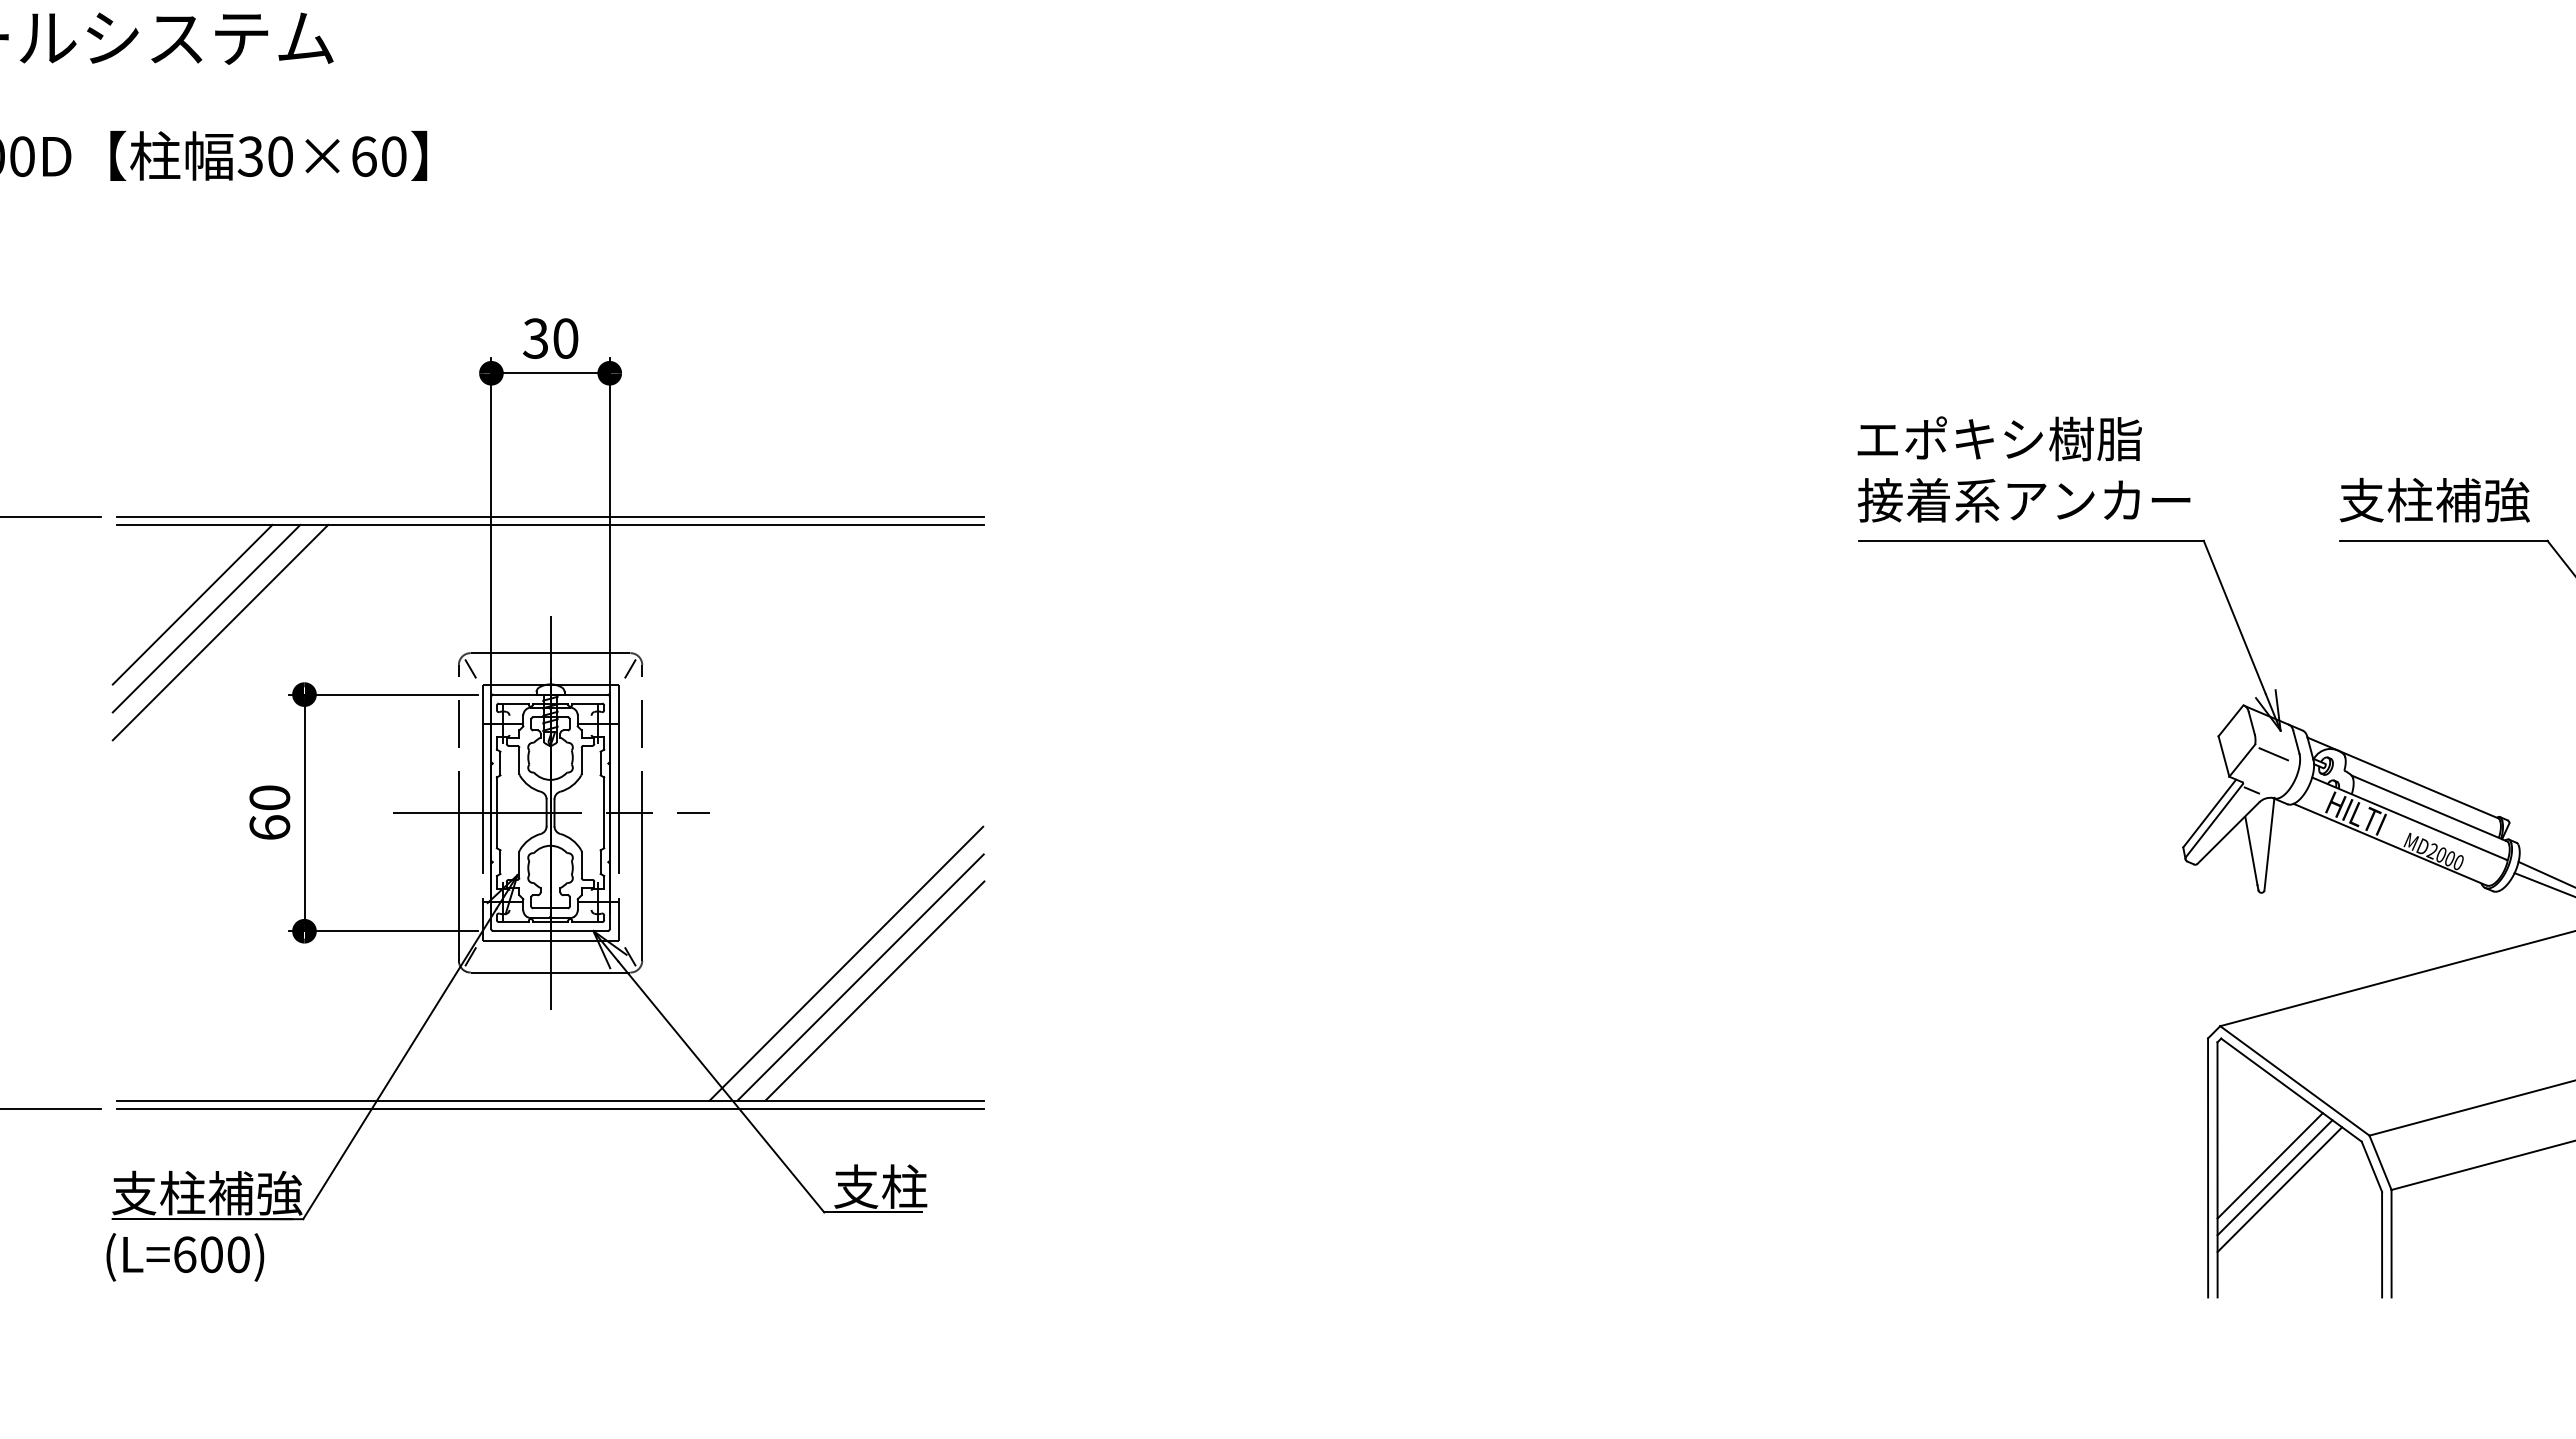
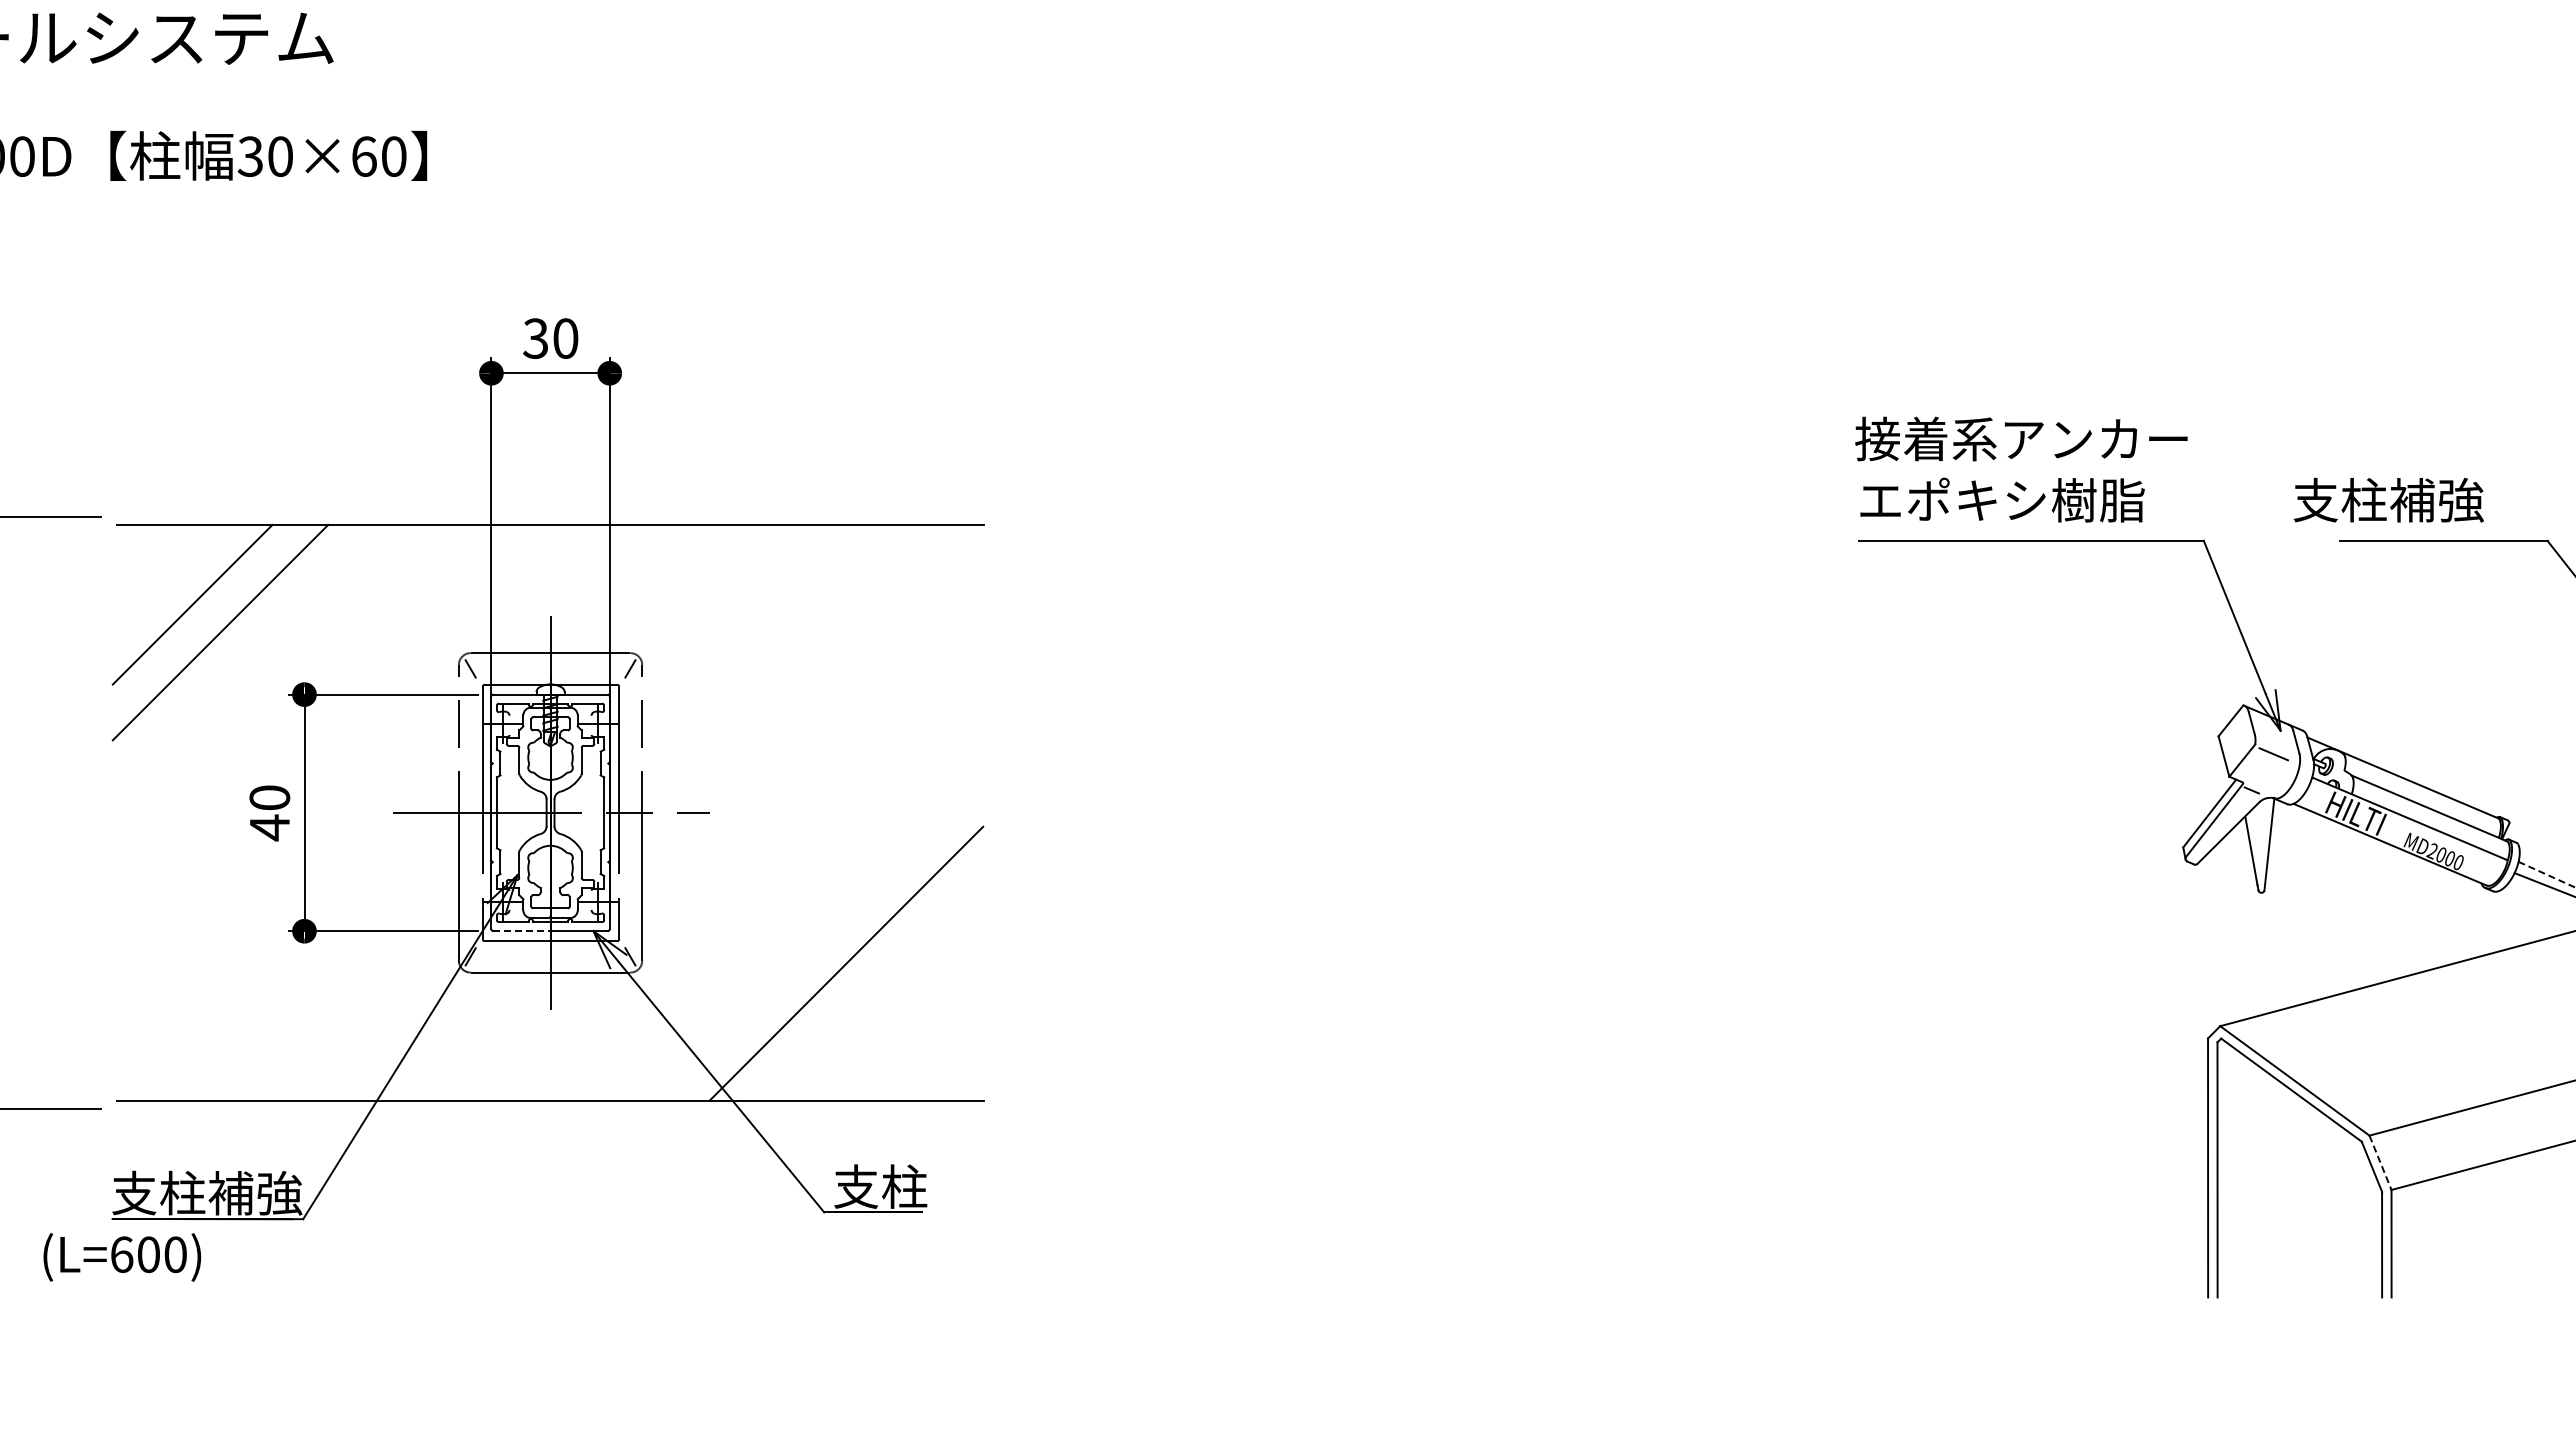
text at (2021, 438): エポキシ樹脂 -> 接着系アンカー
text at (2023, 499): 接着系アンカー -> エポキシ樹脂
text at (2434, 499) position: (2434, 499) -> (2388, 499)
line at (550, 517): present -> none
line at (206, 618): present -> none
text at (269, 827): 60 -> 40
line at (2547, 875): solid -> dashed
line at (521, 931): solid -> dashed
line at (860, 977): present -> none
line at (874, 990): present -> none
line at (550, 1108): present -> none
line at (2380, 1163): solid -> dashed
line at (2269, 1165): present -> none
line at (2274, 1177): present -> none
line at (2279, 1189): present -> none
text at (185, 1257) position: (185, 1257) -> (122, 1257)
